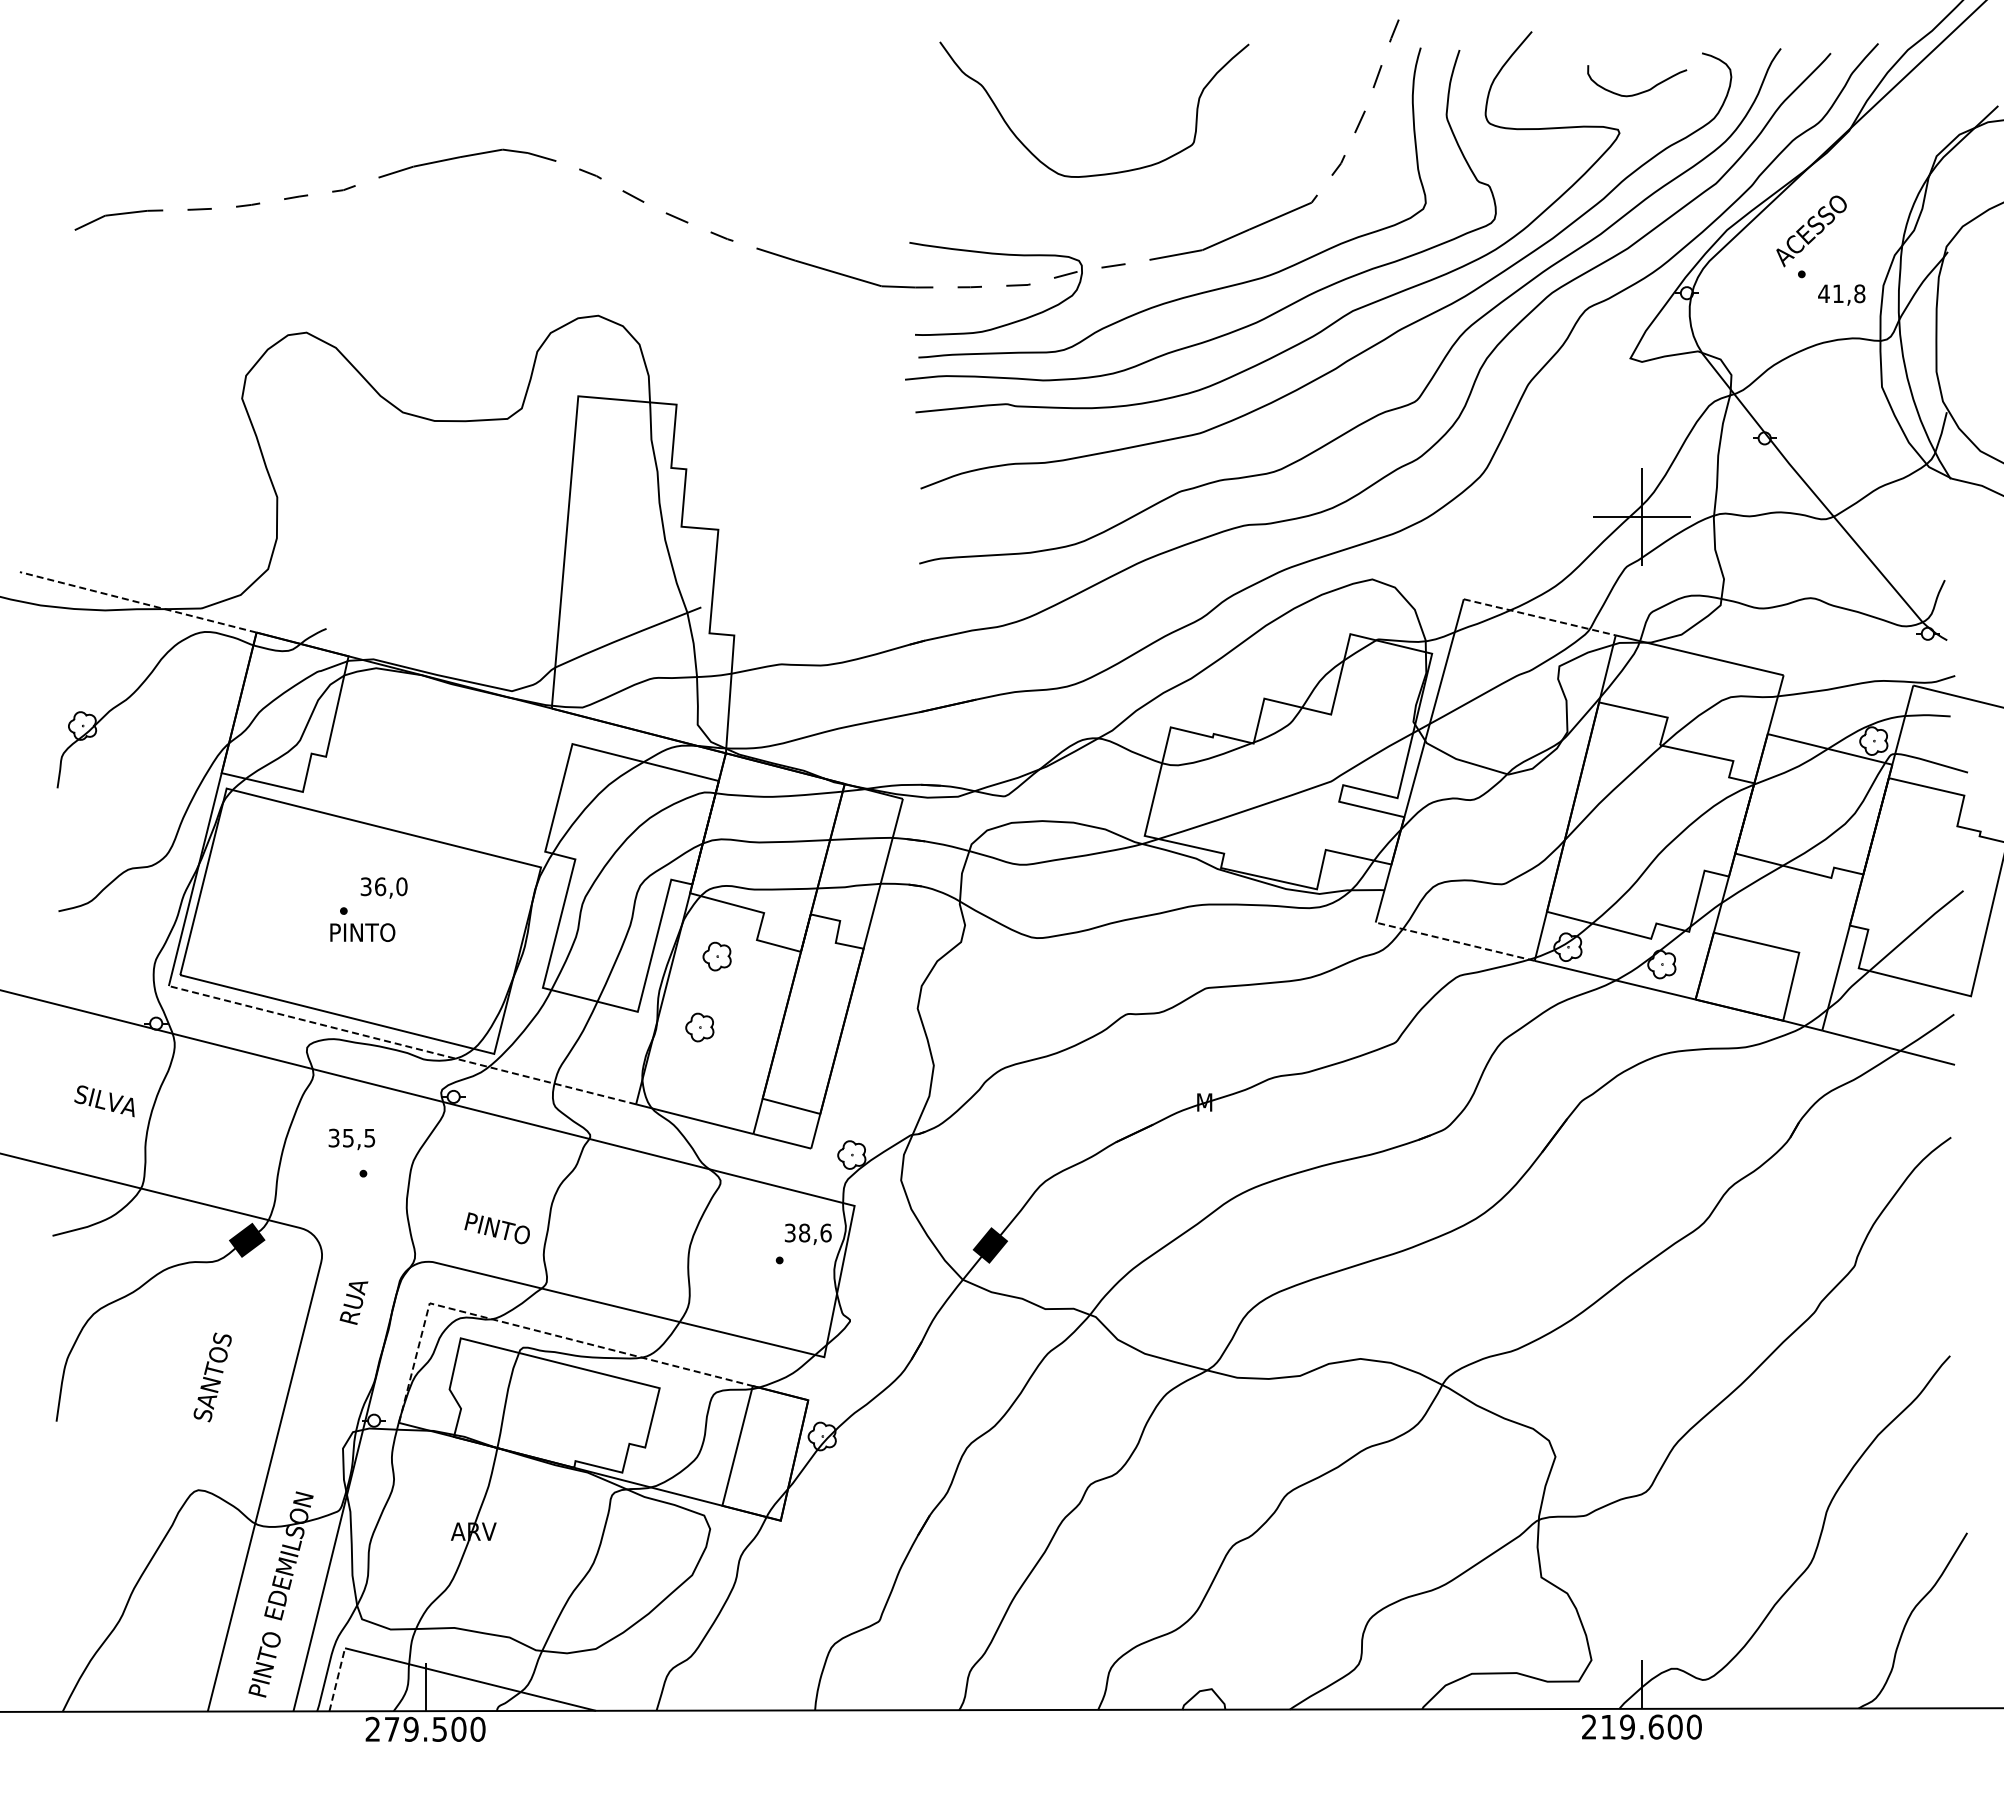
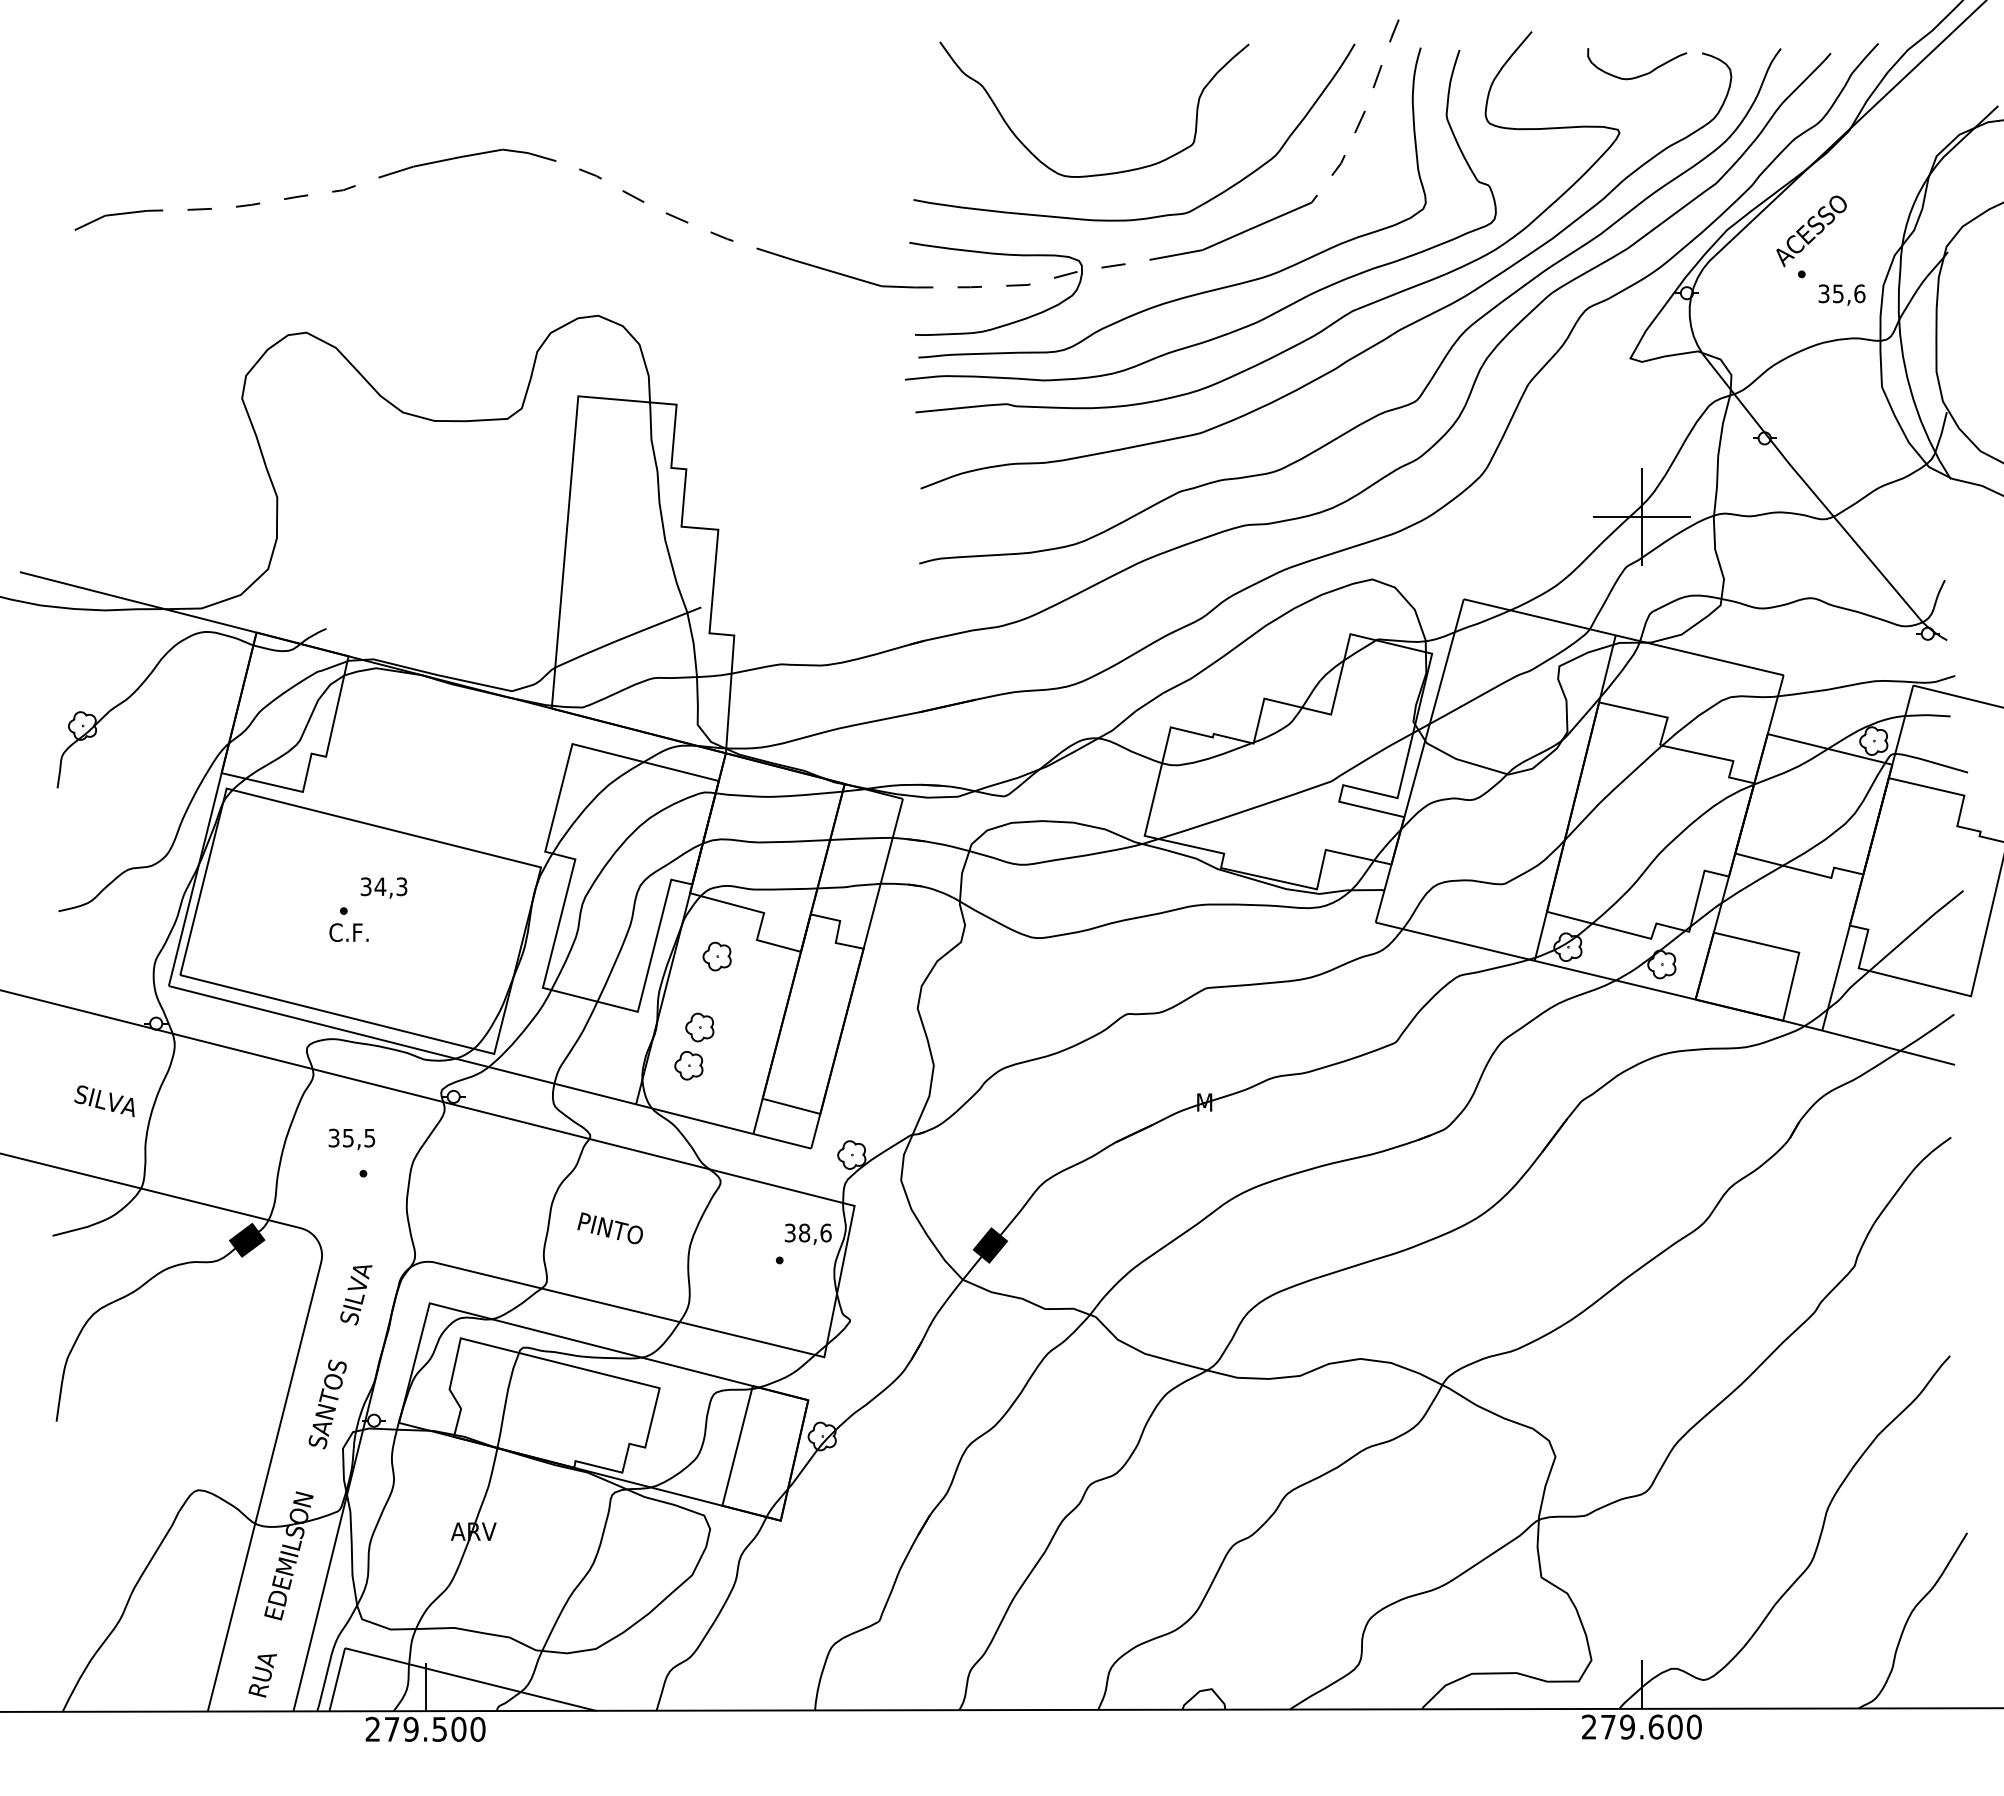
curve at (1641, 91) position: (1641, 91) -> (1641, 74)
curve at (1151, 216): none -> present
text at (1841, 293): 41,8 -> 35,6
line at (137, 602): dashed -> solid
line at (1540, 617): dashed -> solid
text at (390, 886): 36,0 -> 34,3
text at (362, 932): PINTO -> C.F.
line at (1455, 941): dashed -> solid
line at (402, 1045): dashed -> solid
part at (688, 1065): none -> present
text at (496, 1228) position: (496, 1228) -> (609, 1228)
text at (355, 1295): RUA -> SILVA
line at (531, 1329): dashed -> solid
text at (212, 1377) position: (212, 1377) -> (327, 1404)
text at (265, 1662): PINTO -> RUA
line at (337, 1680): dashed -> solid
text at (1608, 1727): 219.600 -> 279.600
